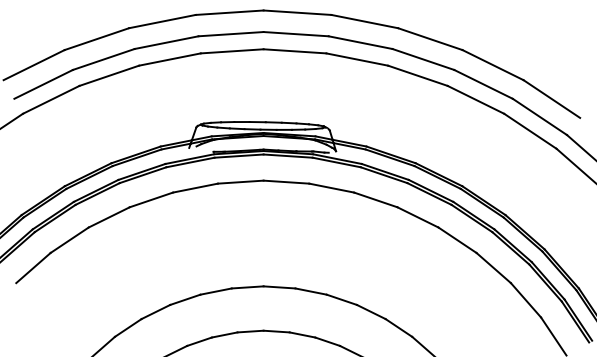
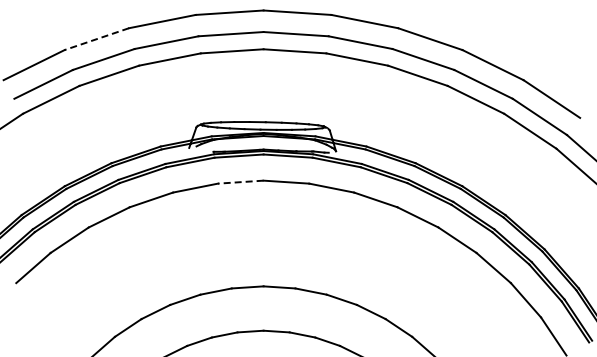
line at (96, 39): solid -> dashed
line at (240, 182): solid -> dashed
